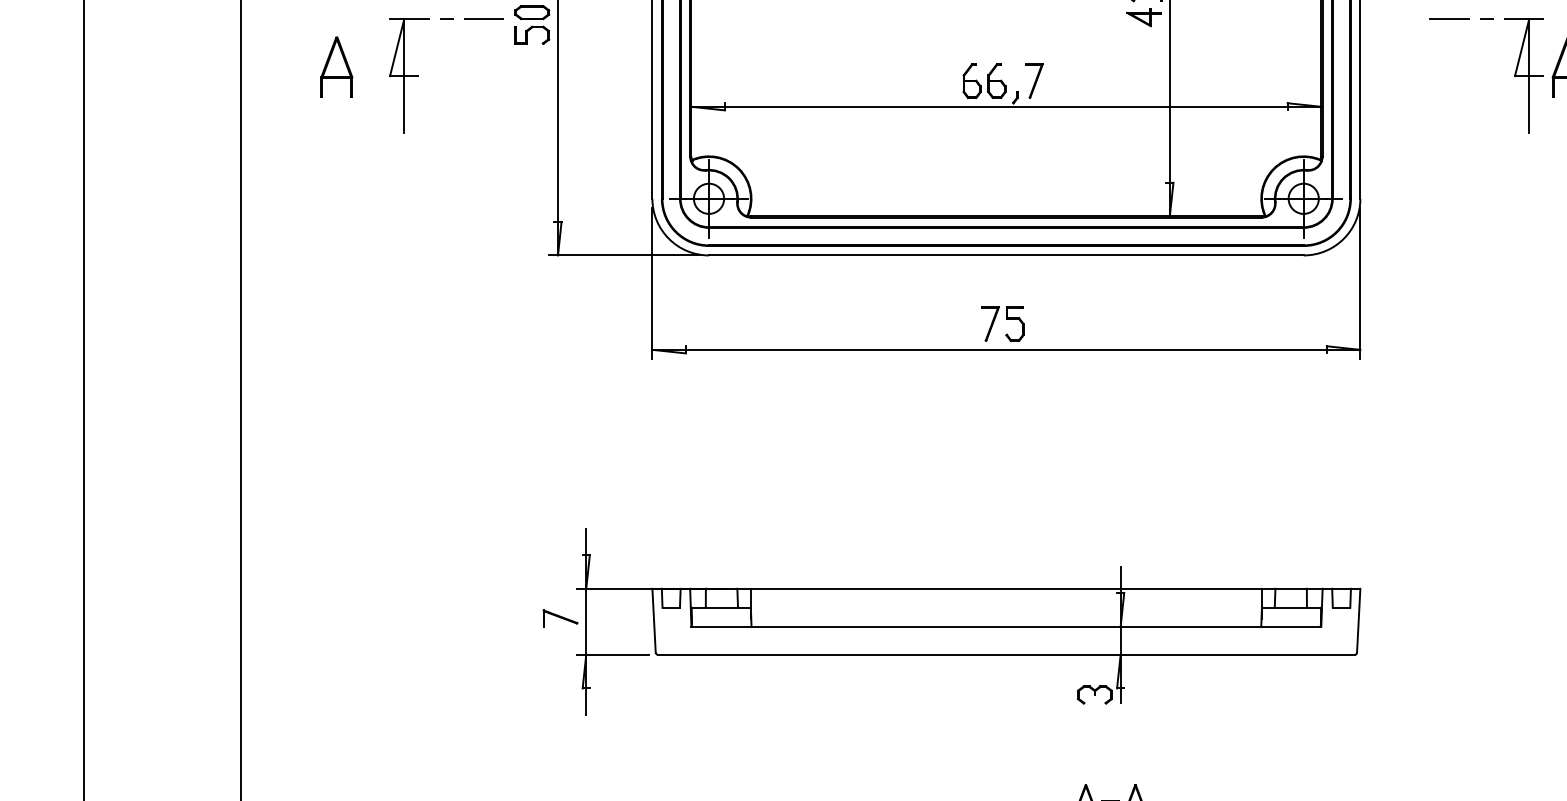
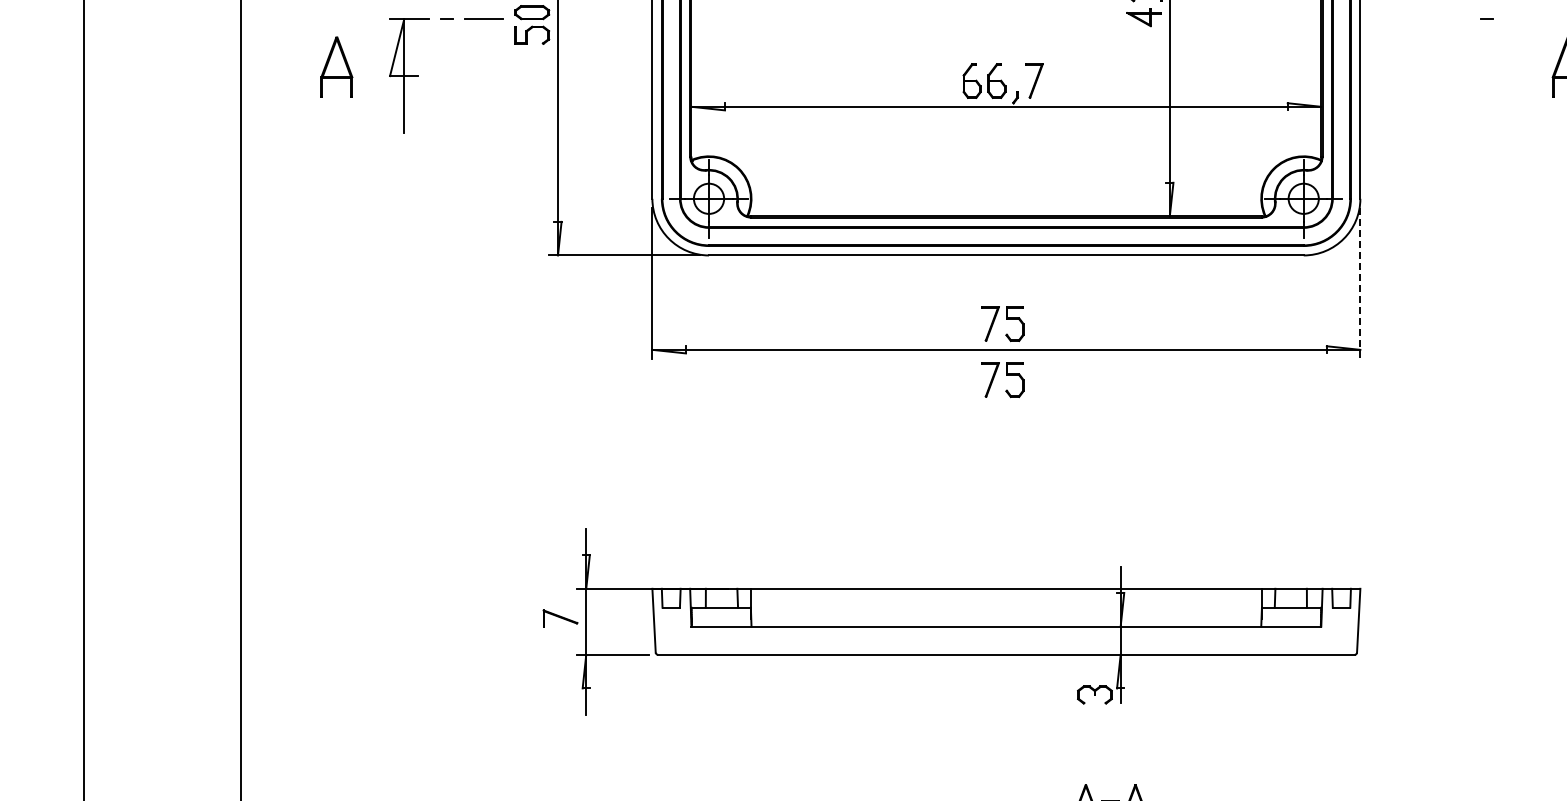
line at (1449, 19): present -> none
part at (1523, 75): present -> none
line at (1360, 283): solid -> dashed
part at (1002, 379): none -> present
